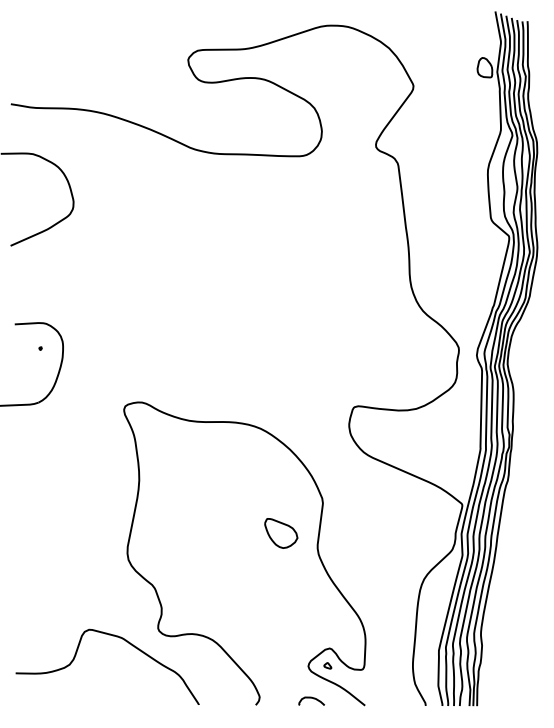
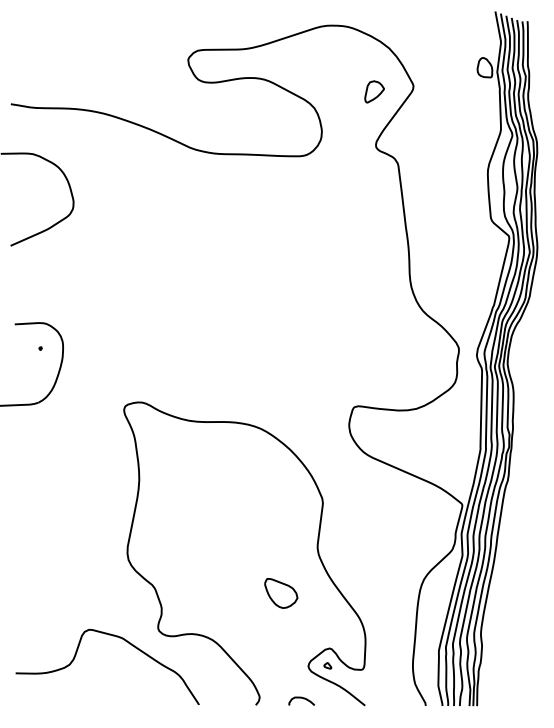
part at (374, 91): none -> present
part at (281, 533) position: (281, 533) -> (281, 593)
curve at (311, 698) position: (311, 698) -> (301, 698)
